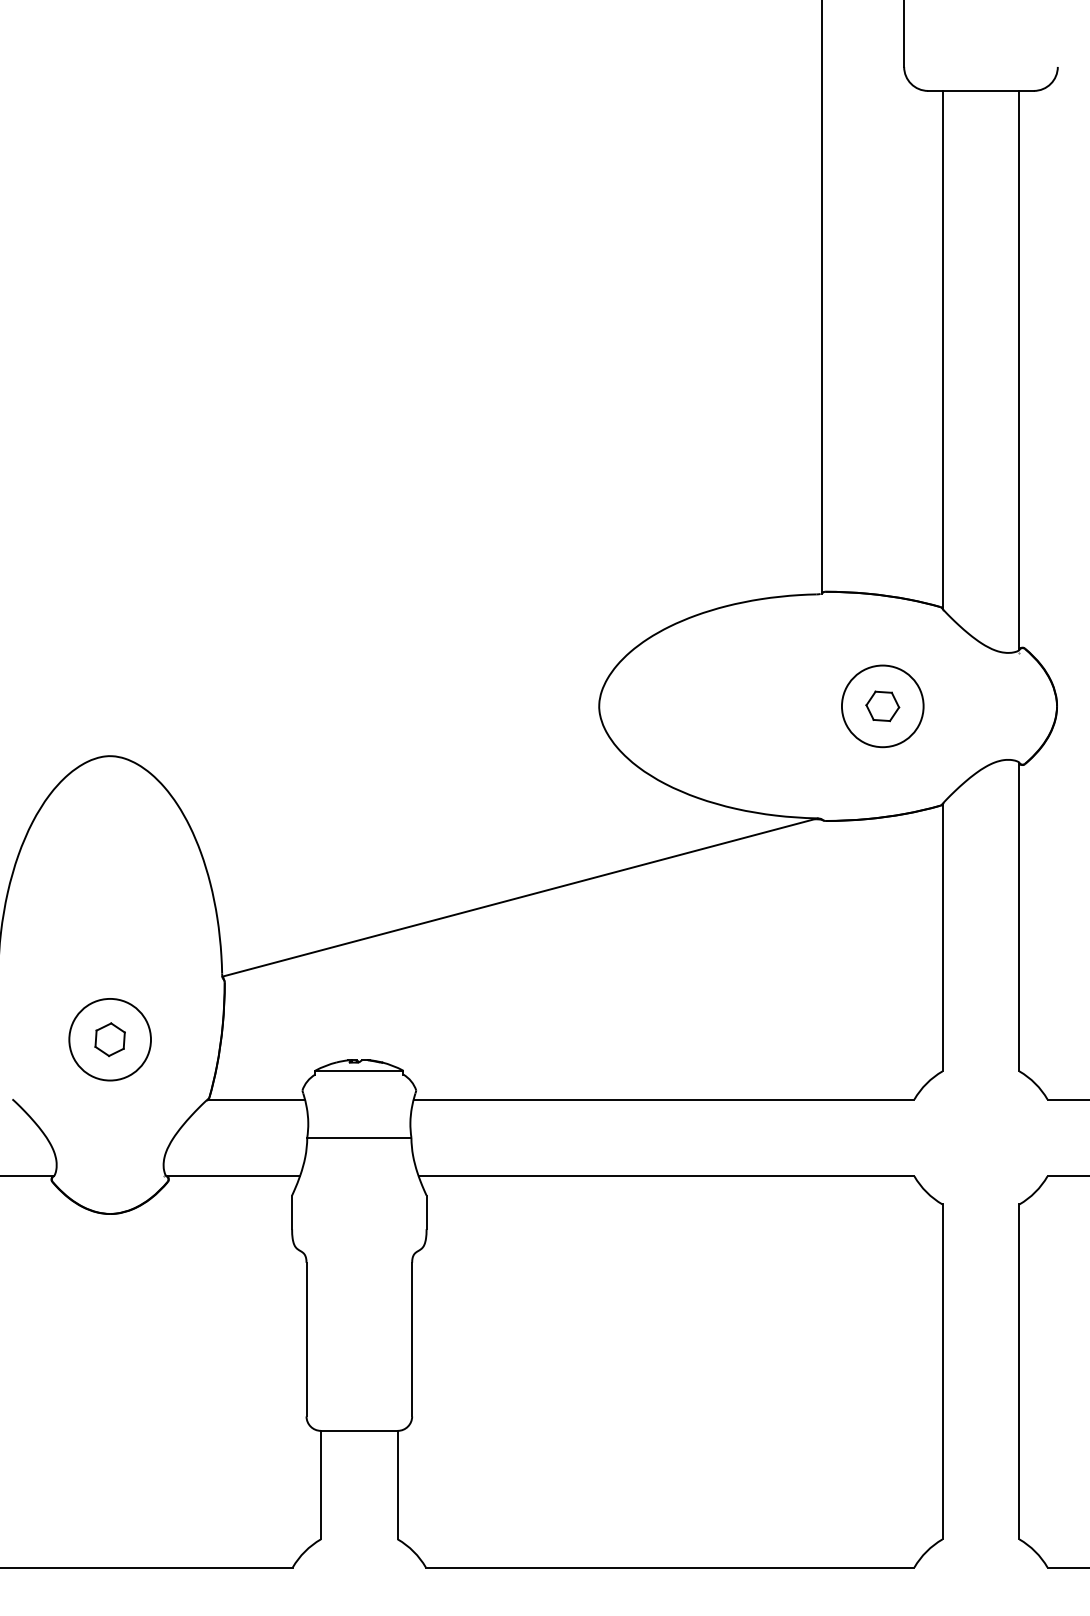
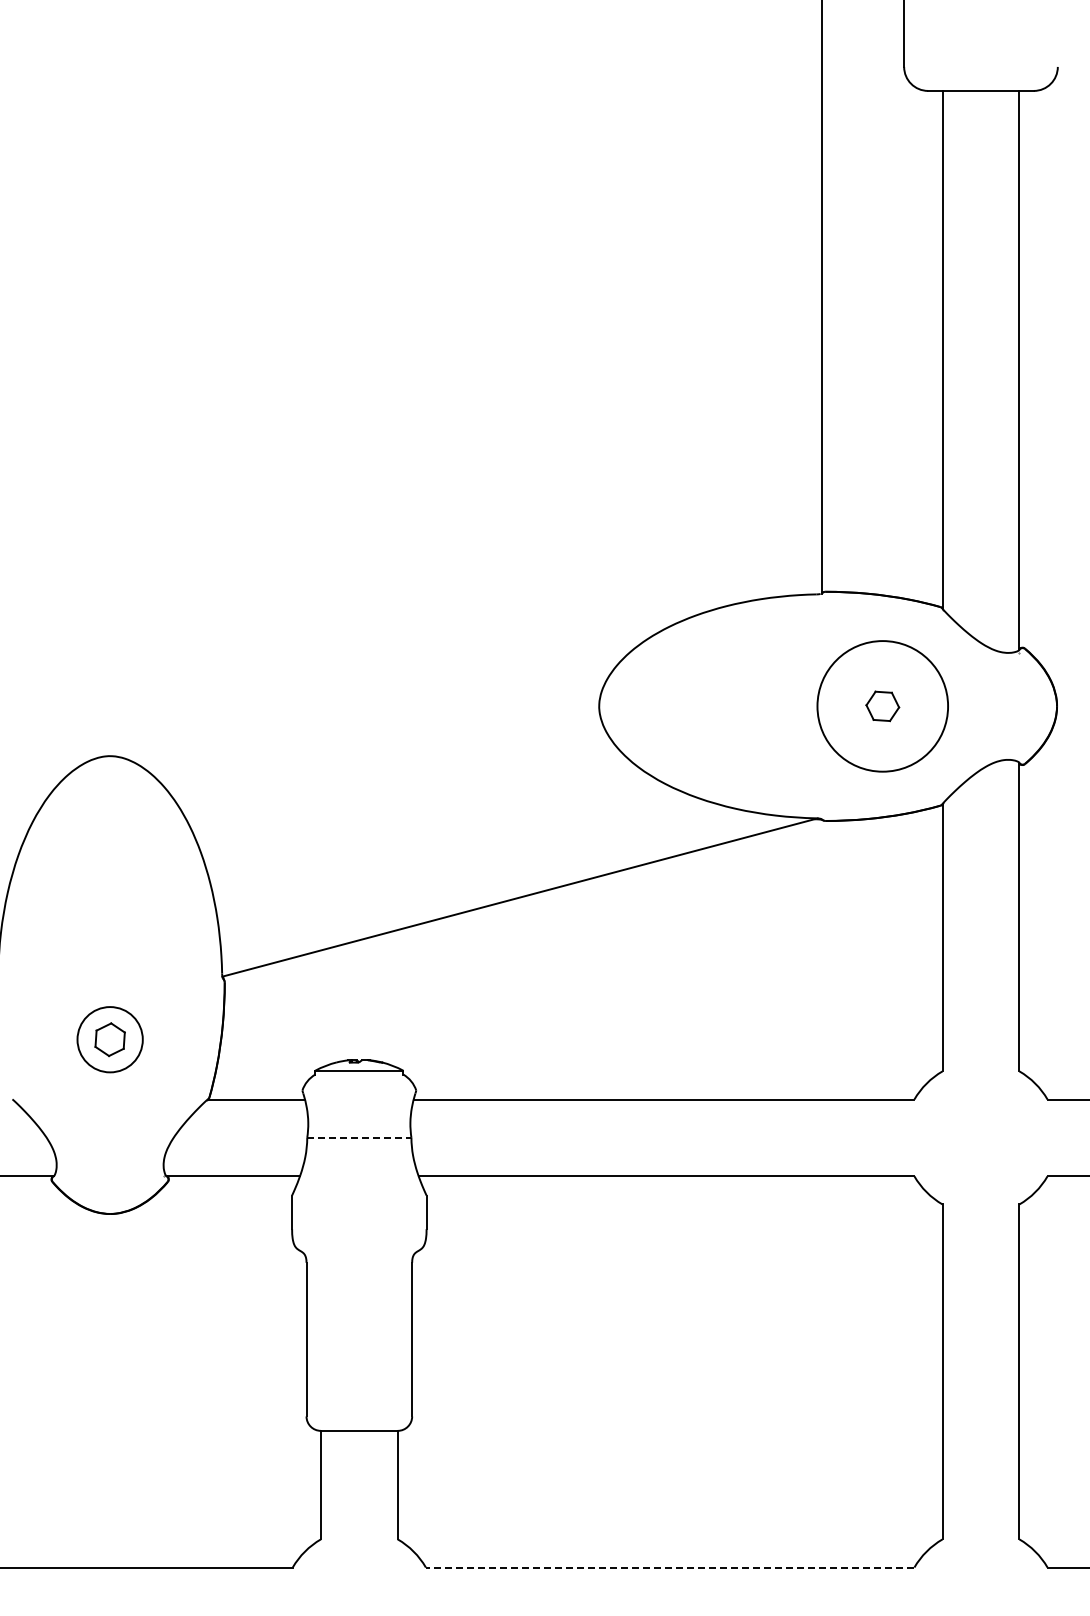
circle at (882, 706) diameter: 82 px -> 131 px
circle at (110, 1039) diameter: 82 px -> 65 px
line at (359, 1137): solid -> dashed
line at (669, 1567): solid -> dashed
